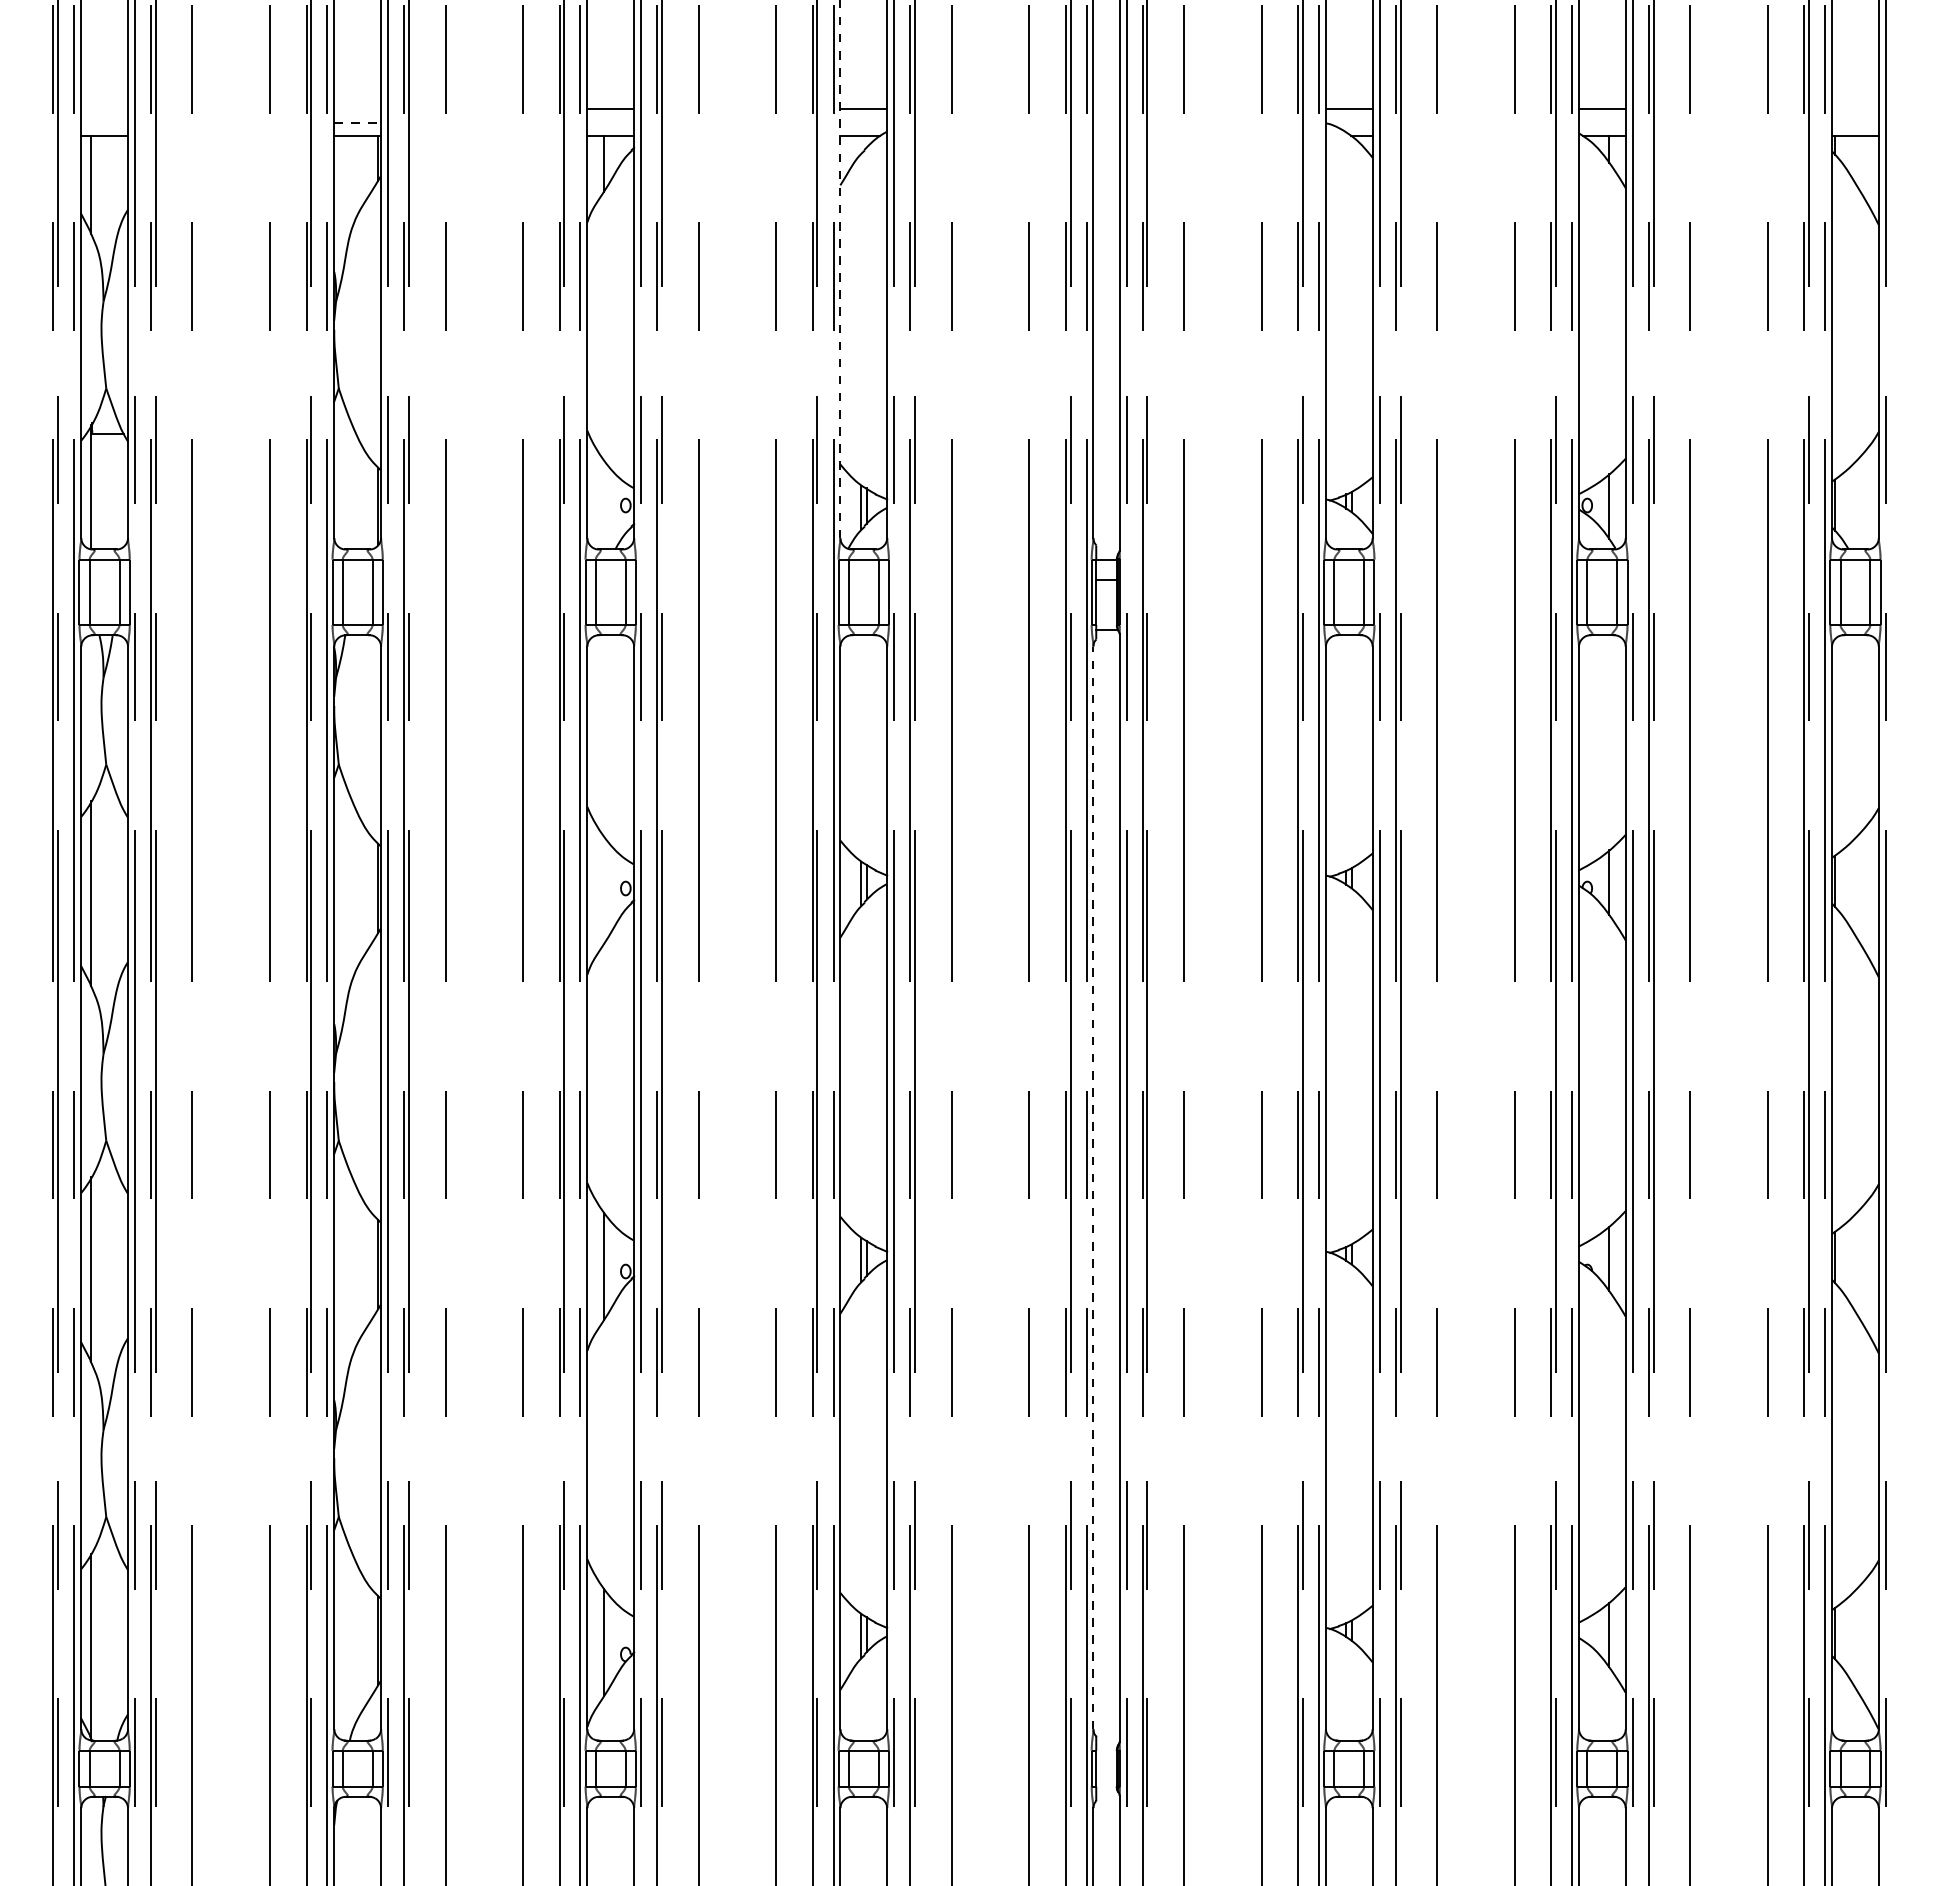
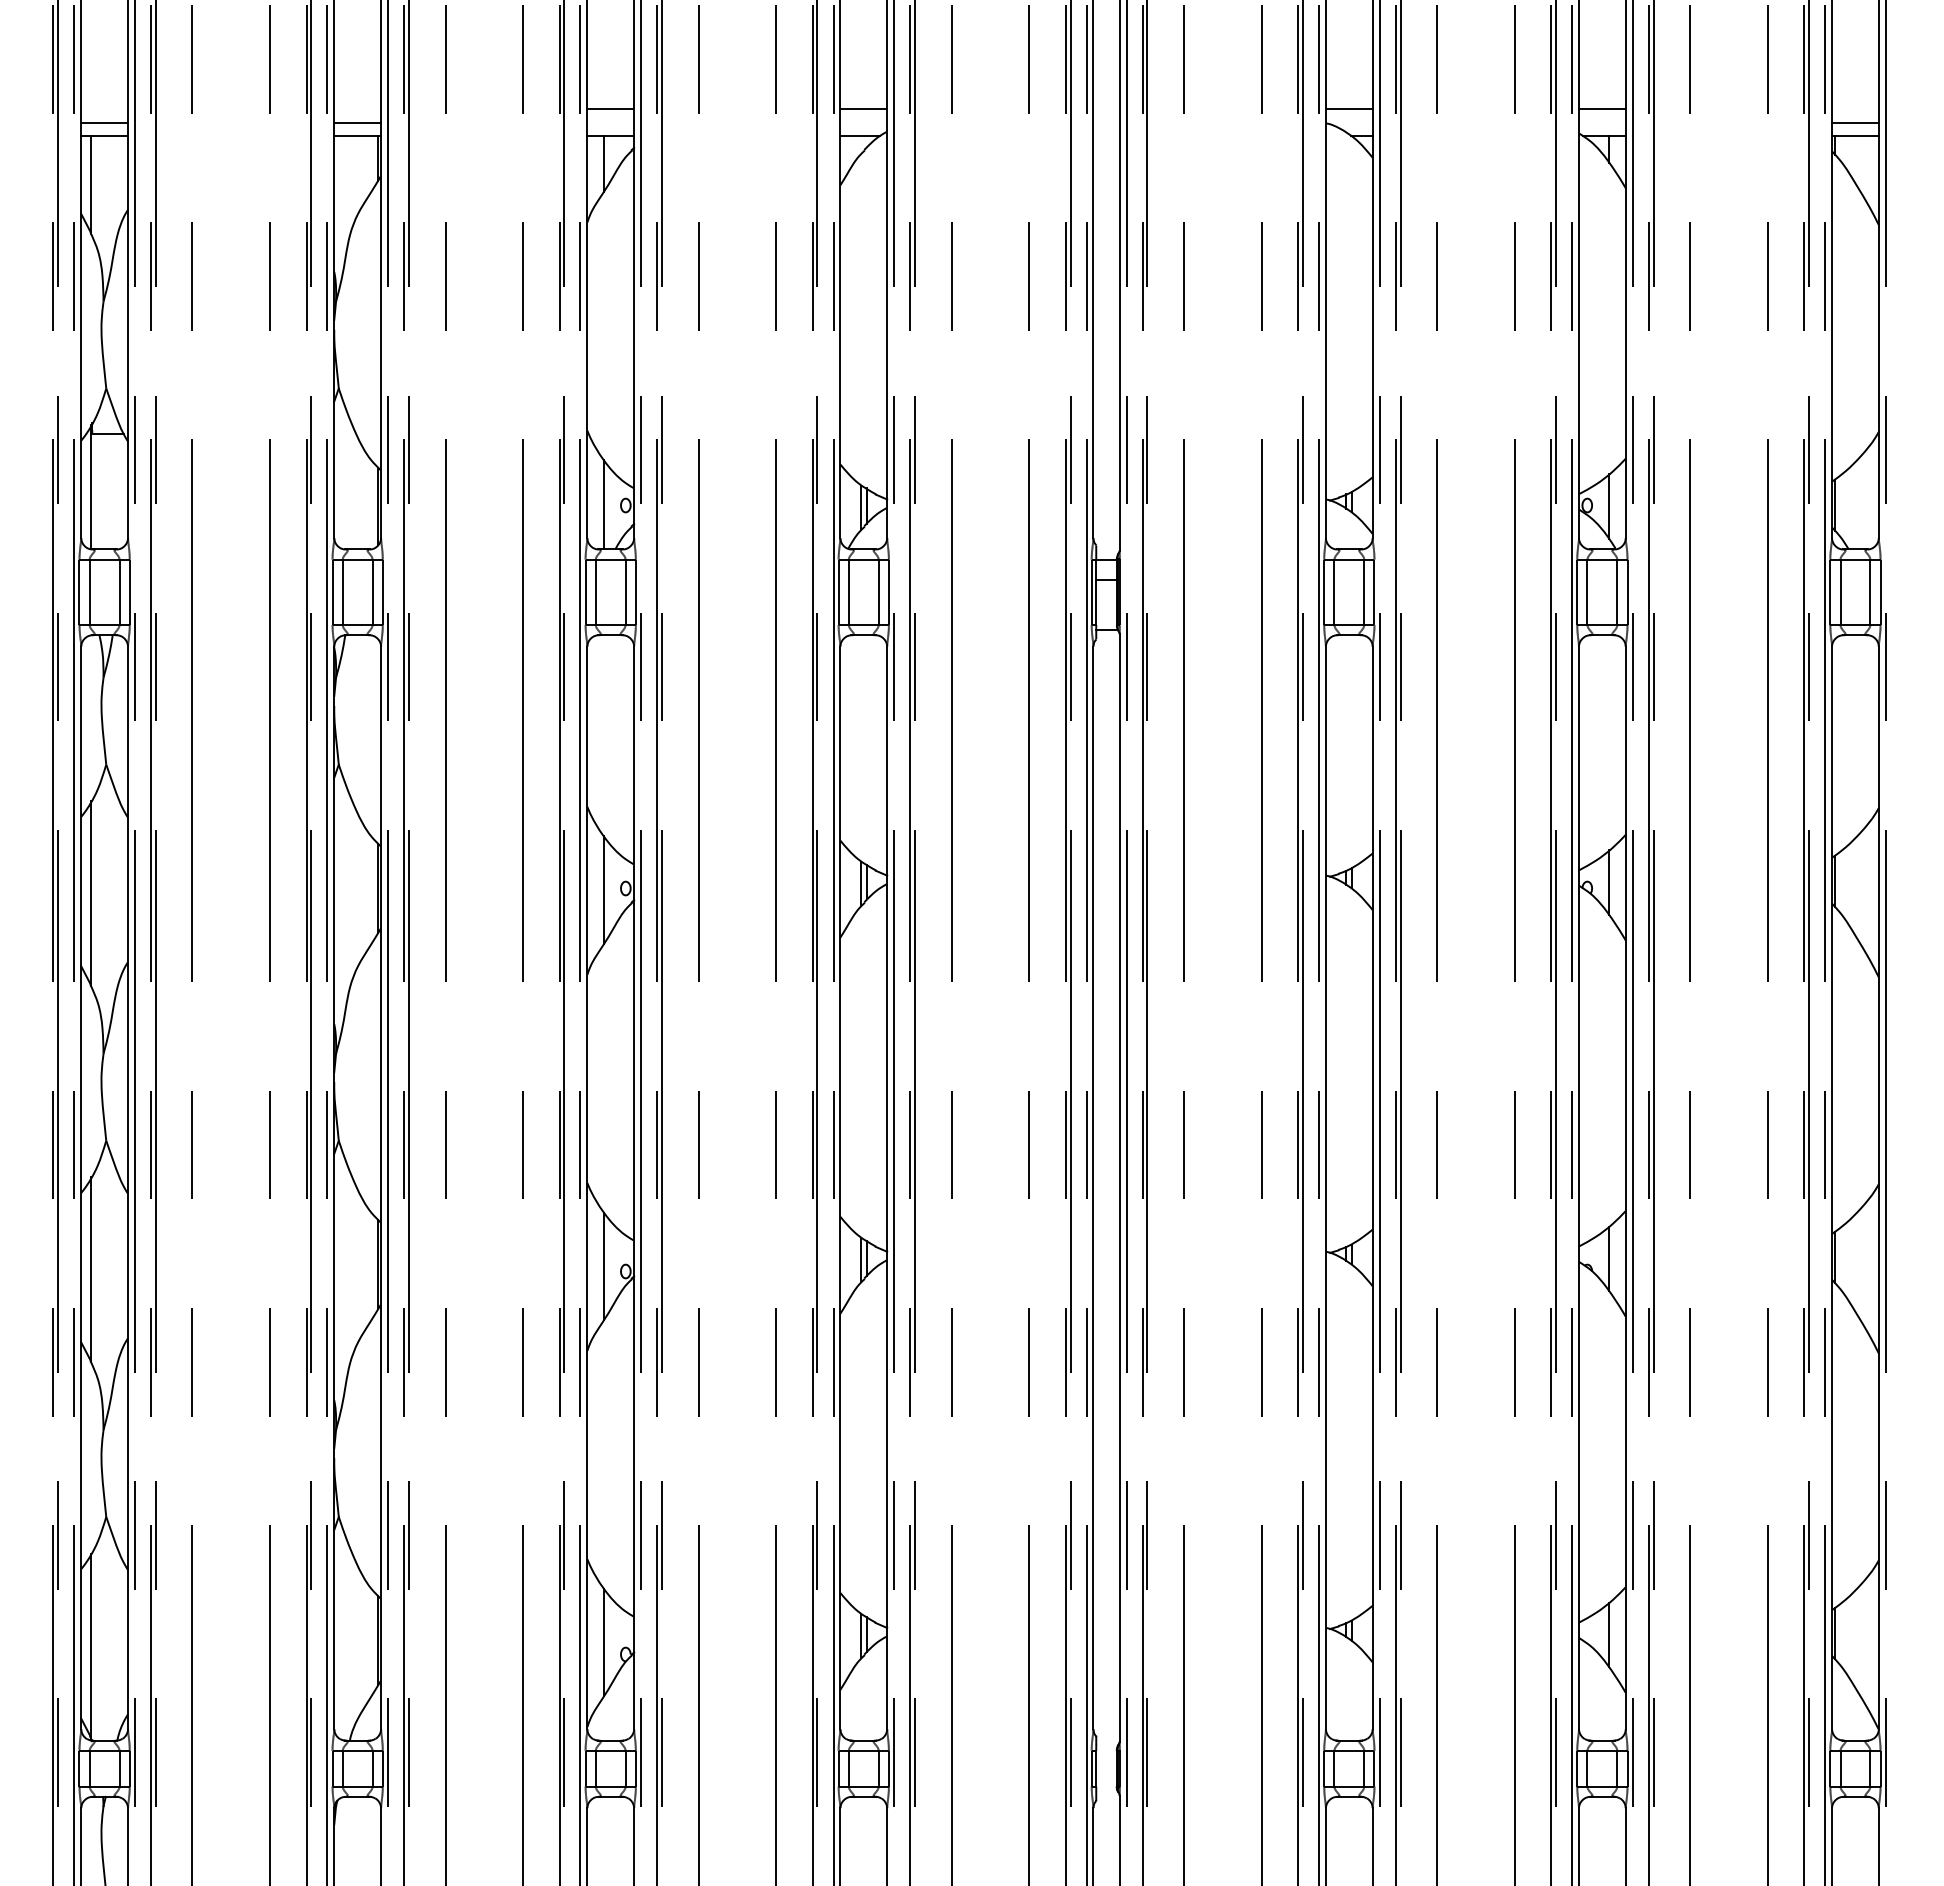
line at (104, 122): none -> present
line at (358, 122): dashed -> solid
line at (1855, 122): none -> present
line at (840, 269): dashed -> solid
line at (603, 504): none -> present
line at (603, 890): none -> present
line at (1093, 1187): dashed -> solid
